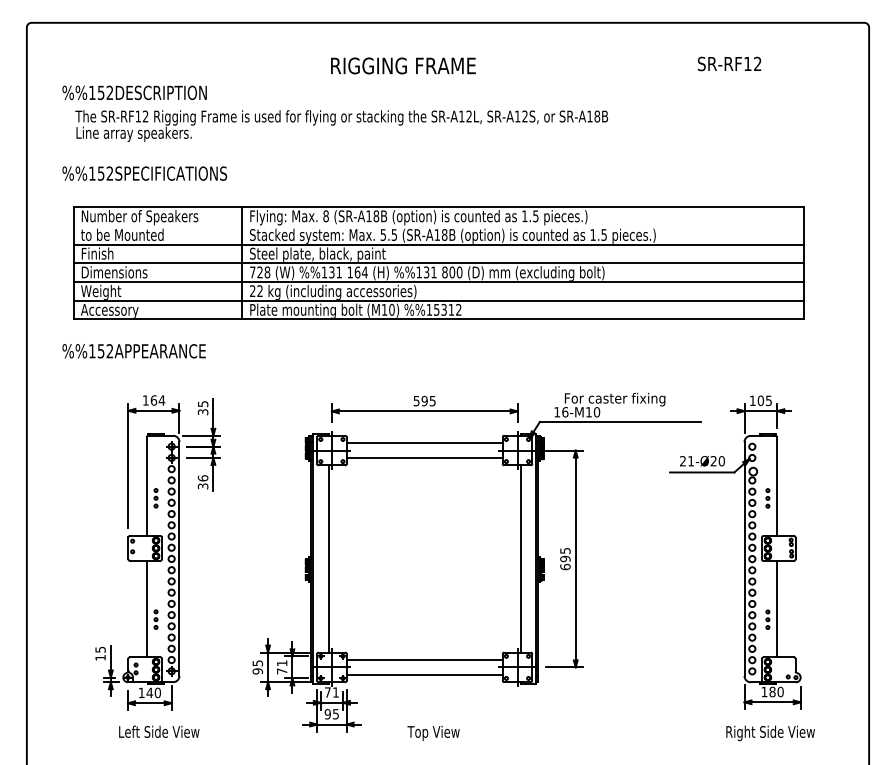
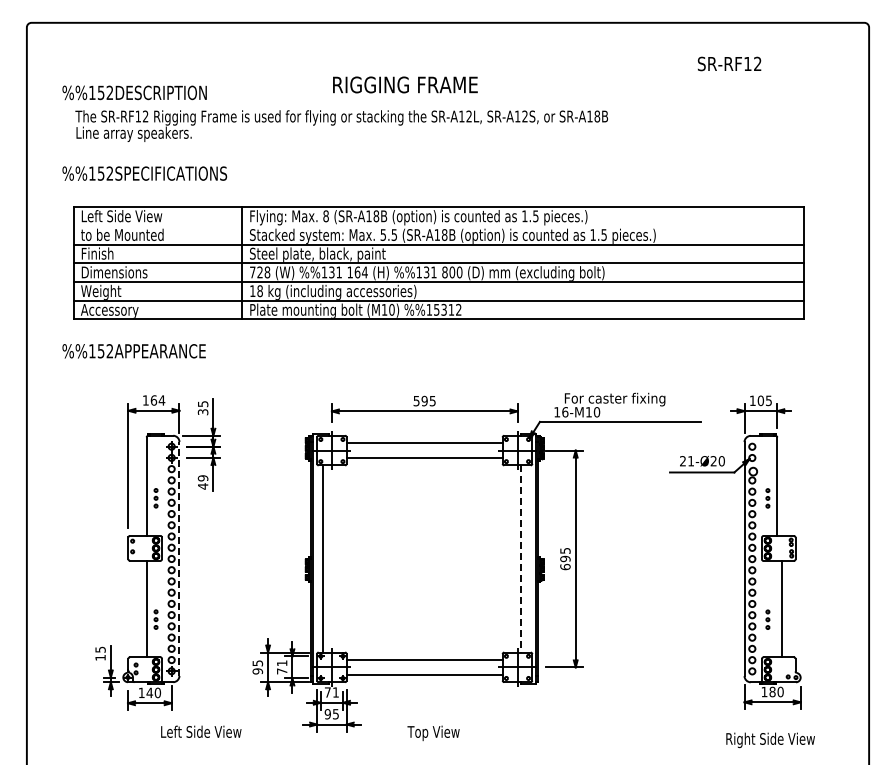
text at (403, 65) position: (403, 65) -> (405, 84)
text at (140, 217): Number of Speakers -> Left Side View
text at (256, 291): 22 -> 18
text at (202, 482): 36 -> 49
line at (179, 558): solid -> dashed
line at (328, 558) position: (328, 558) -> (322, 558)
line at (520, 558): solid -> dashed
line at (777, 608) position: (777, 608) -> (782, 608)
text at (159, 731) position: (159, 731) -> (201, 731)
text at (770, 733) position: (770, 733) -> (770, 740)
